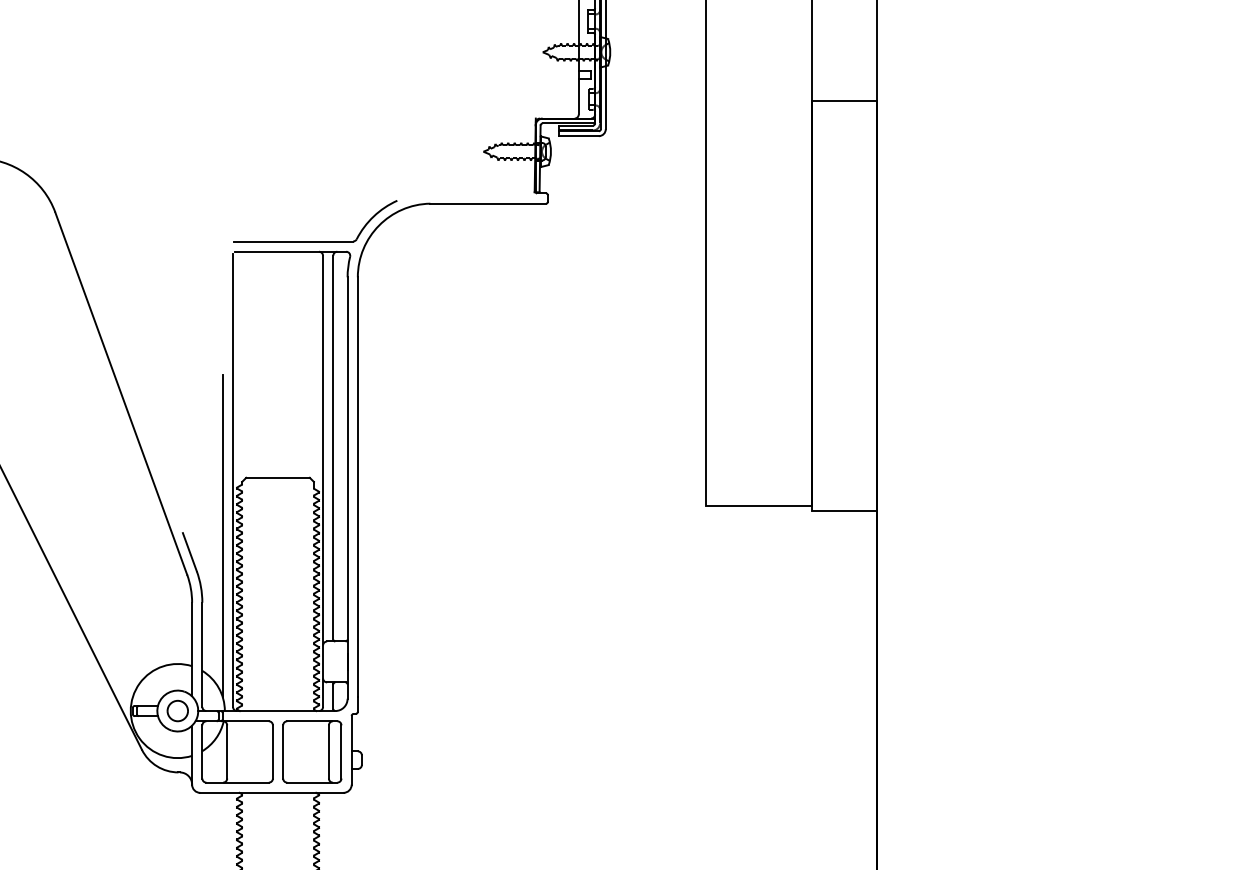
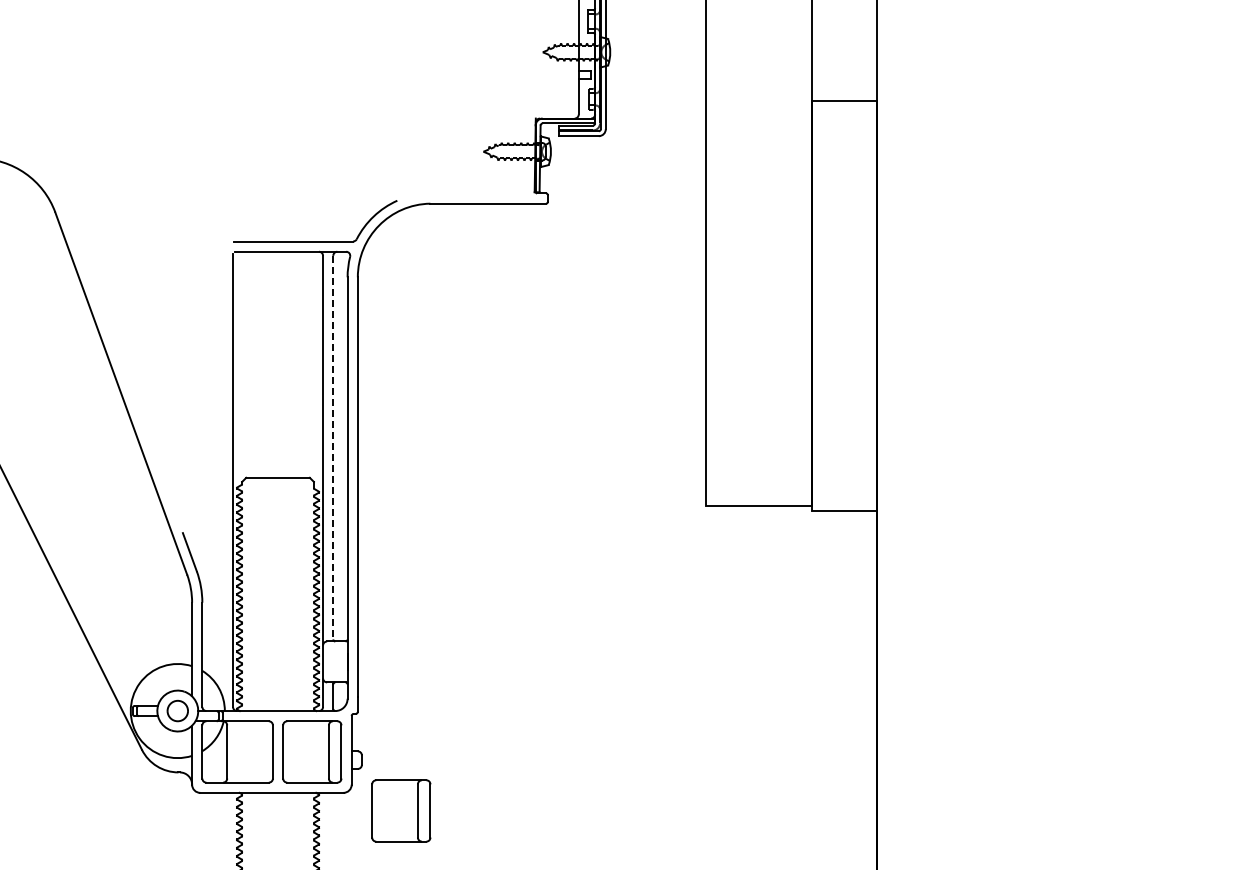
line at (333, 447): solid -> dashed
line at (222, 536): present -> none
part at (401, 810): none -> present
